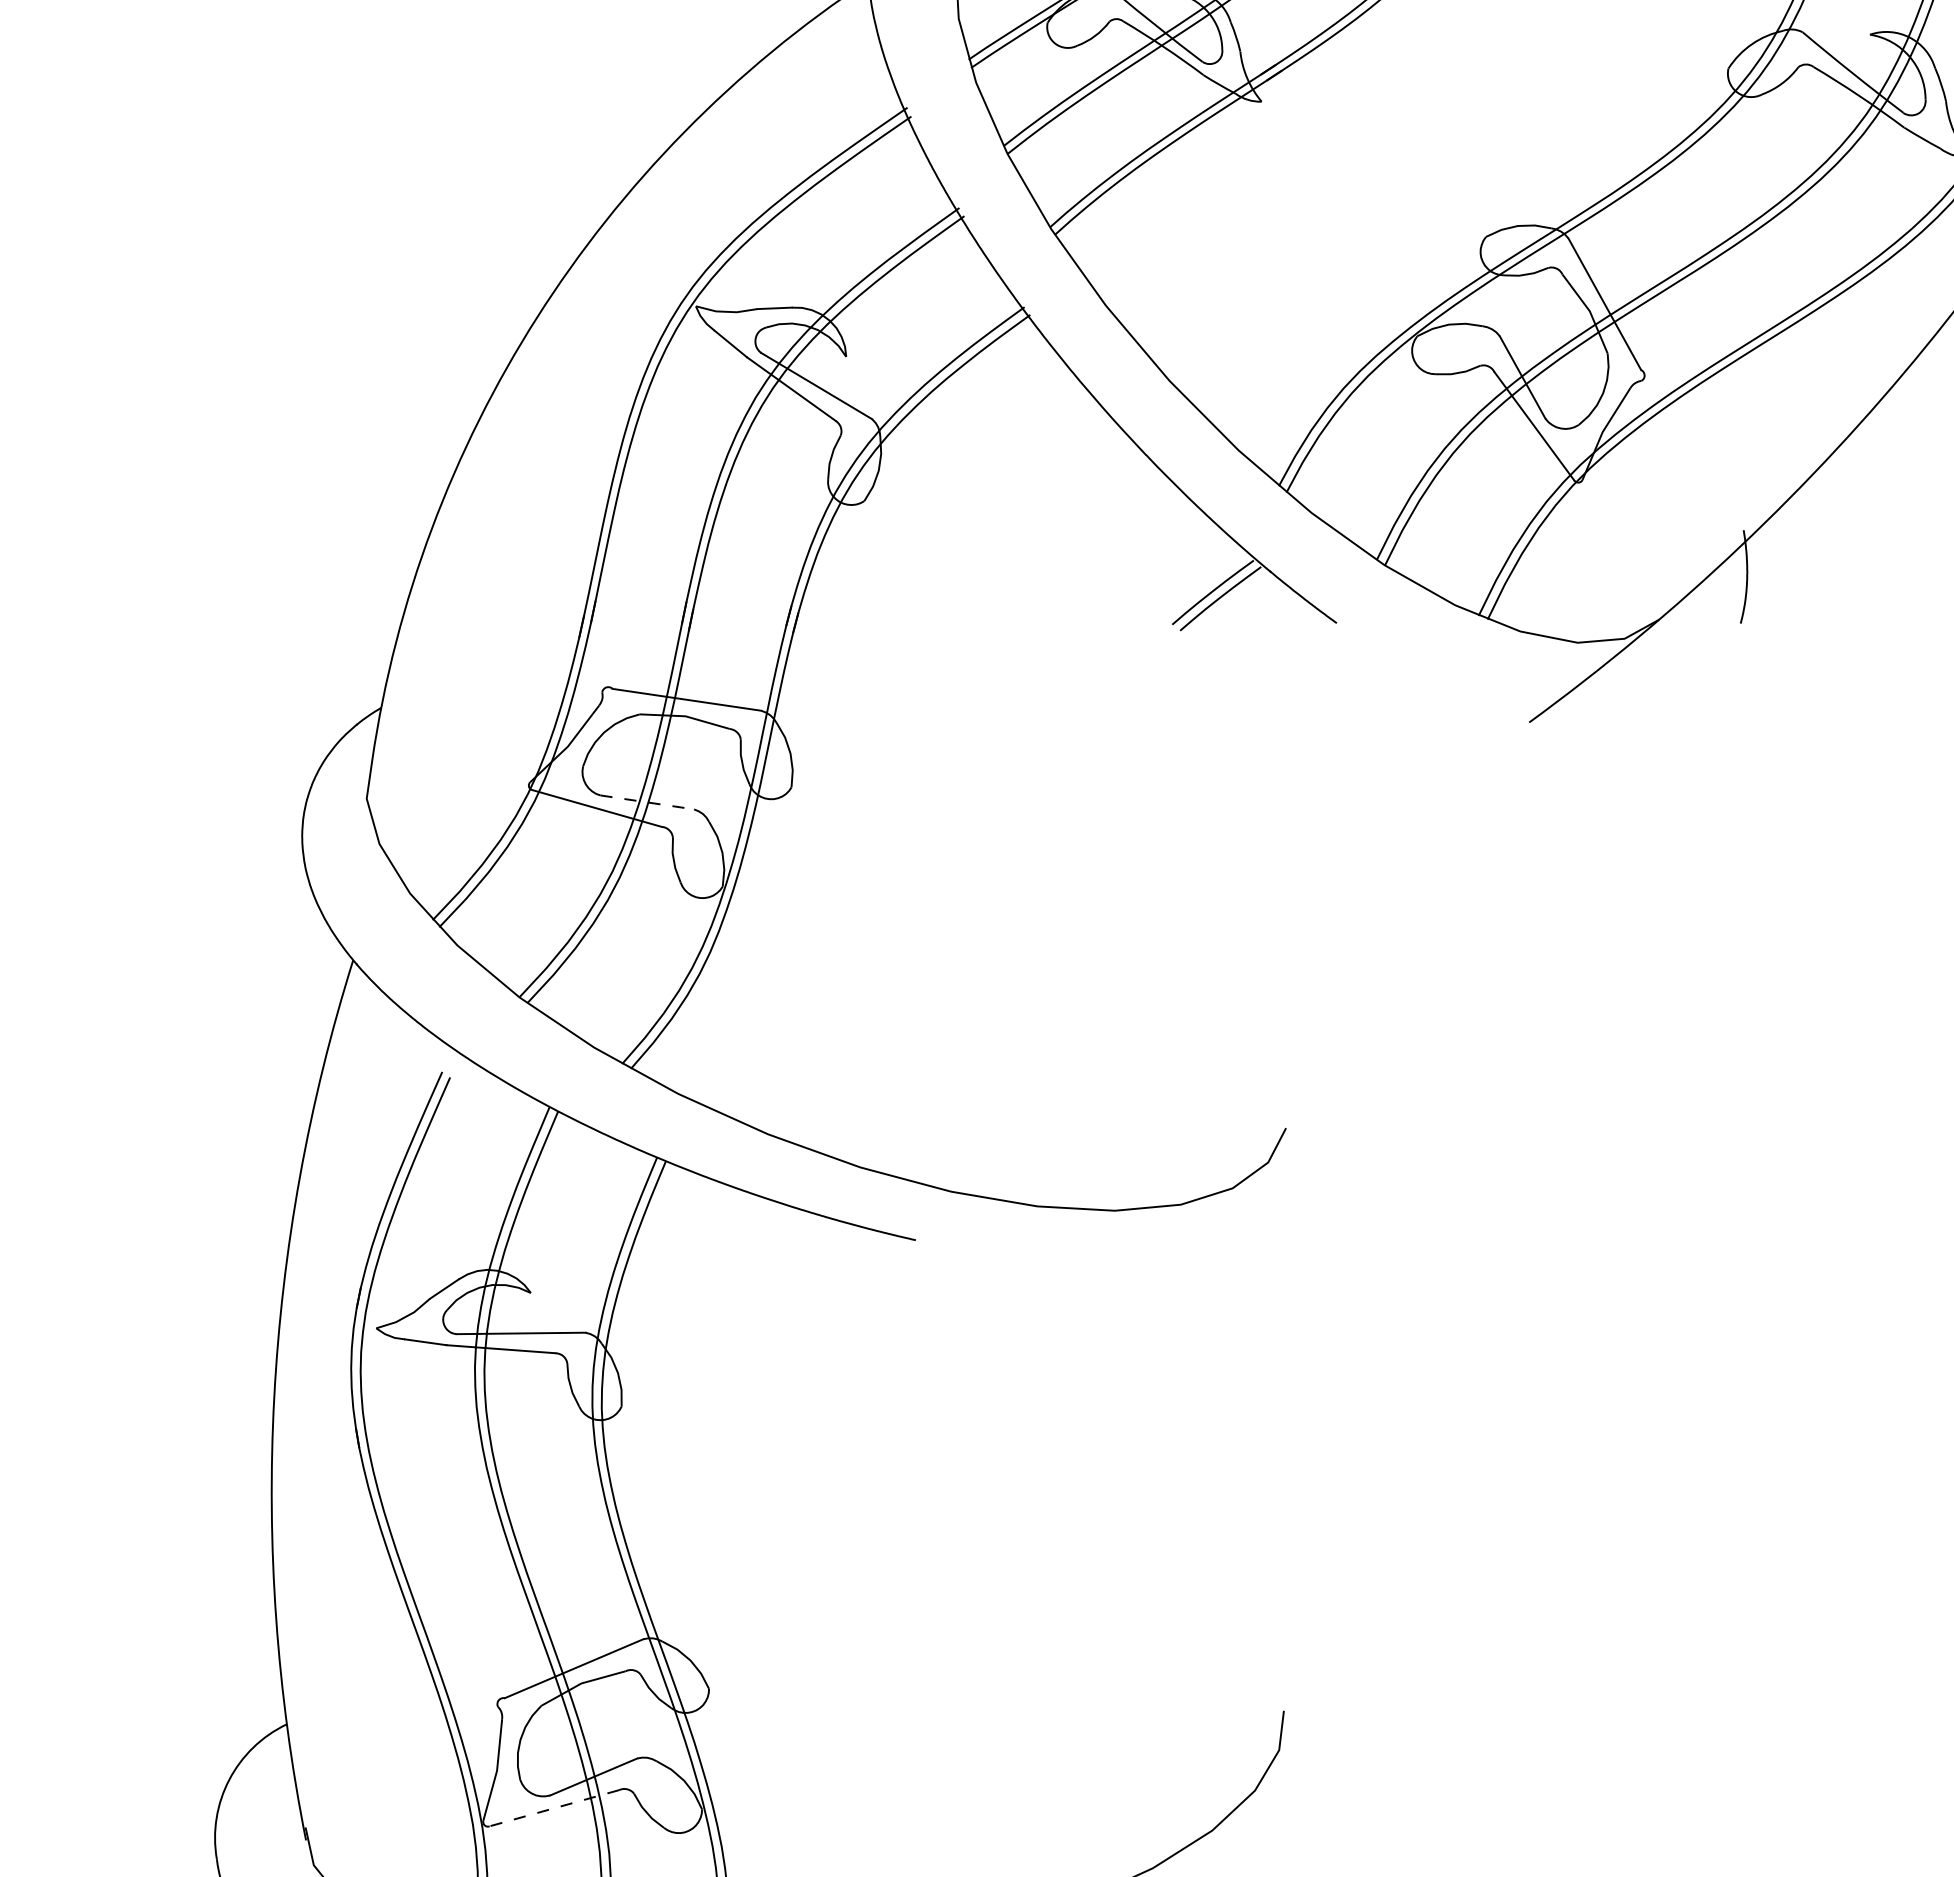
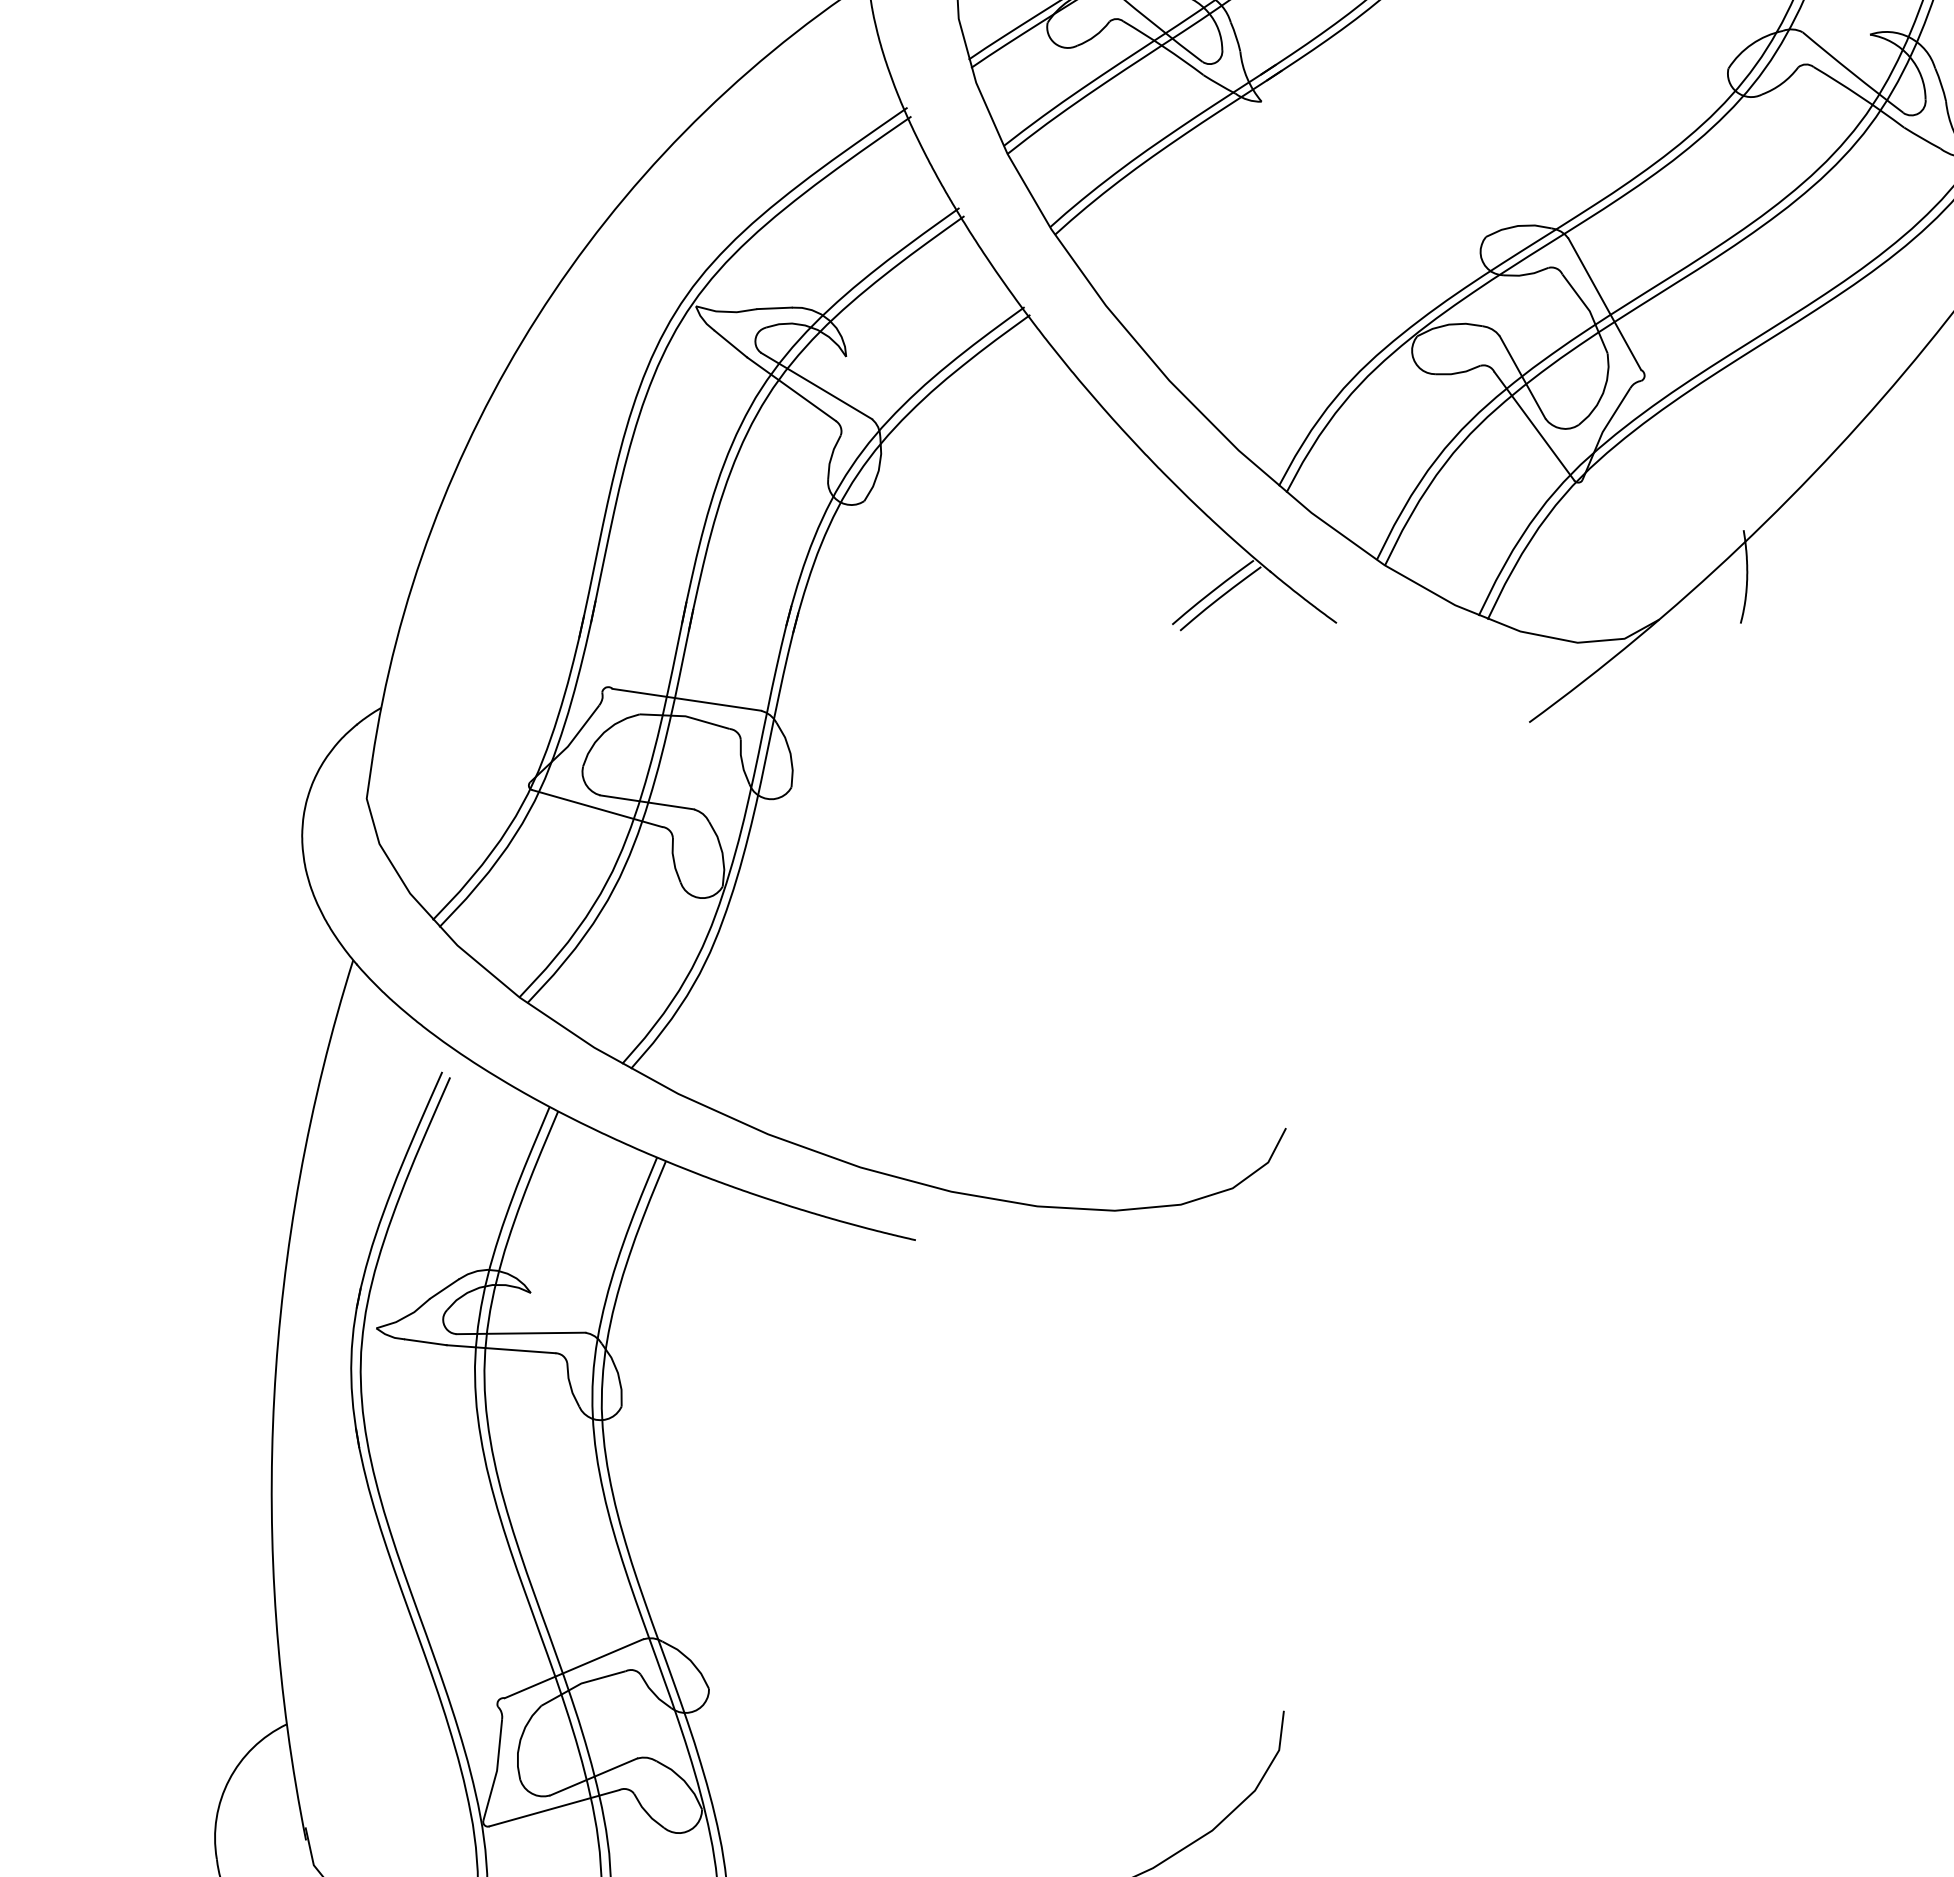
line at (647, 802): dashed -> solid
line at (553, 1808): dashed -> solid
